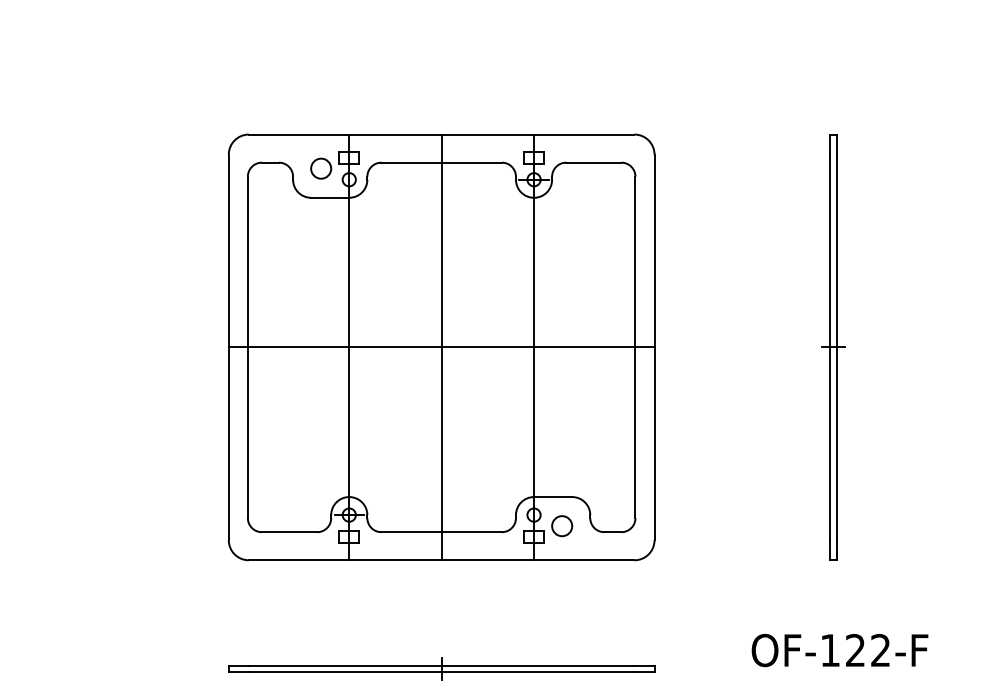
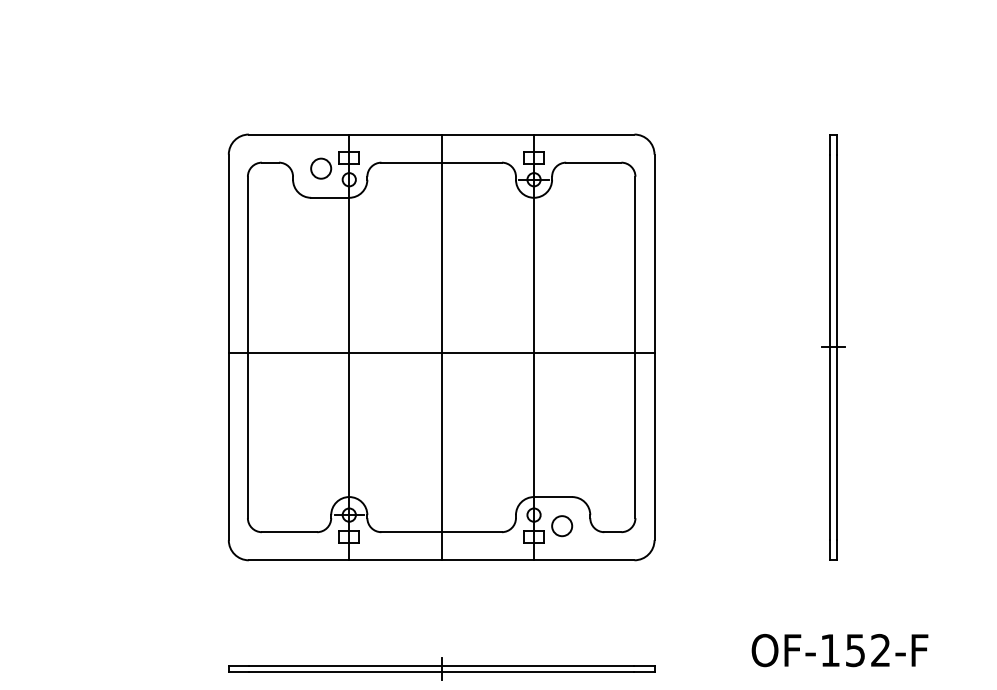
line at (441, 347) position: (441, 347) -> (441, 353)
text at (855, 650): OF-122-F -> OF-152-F
